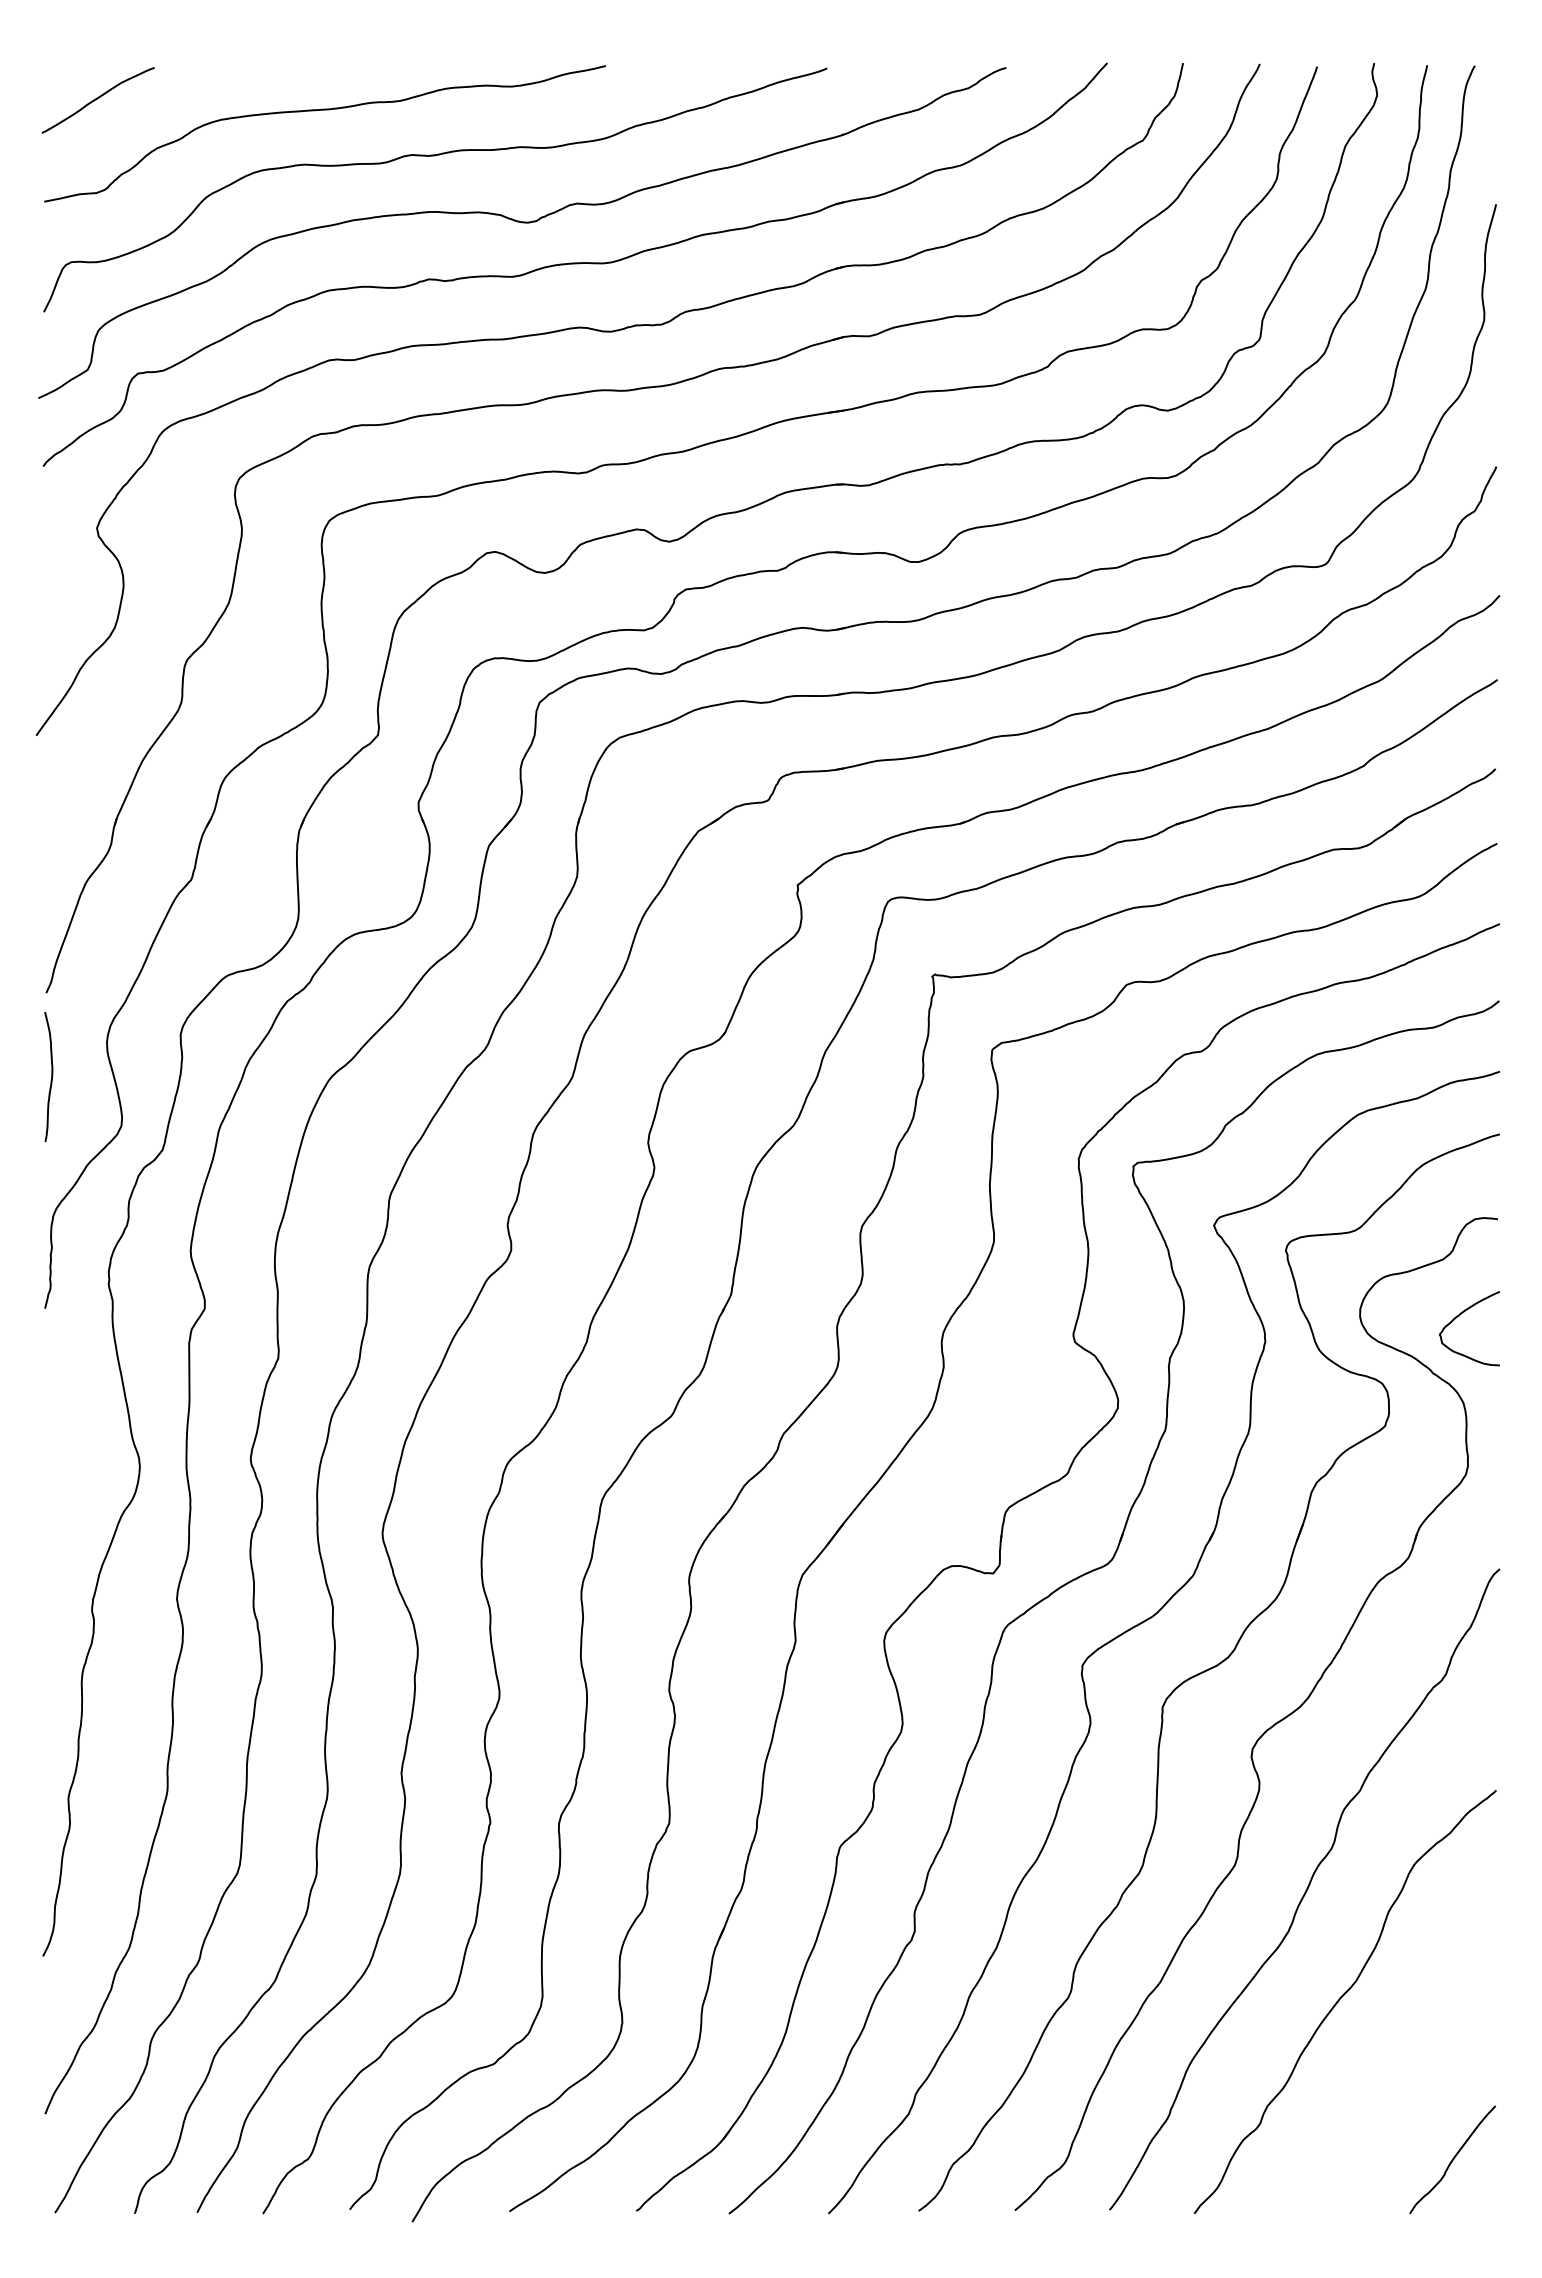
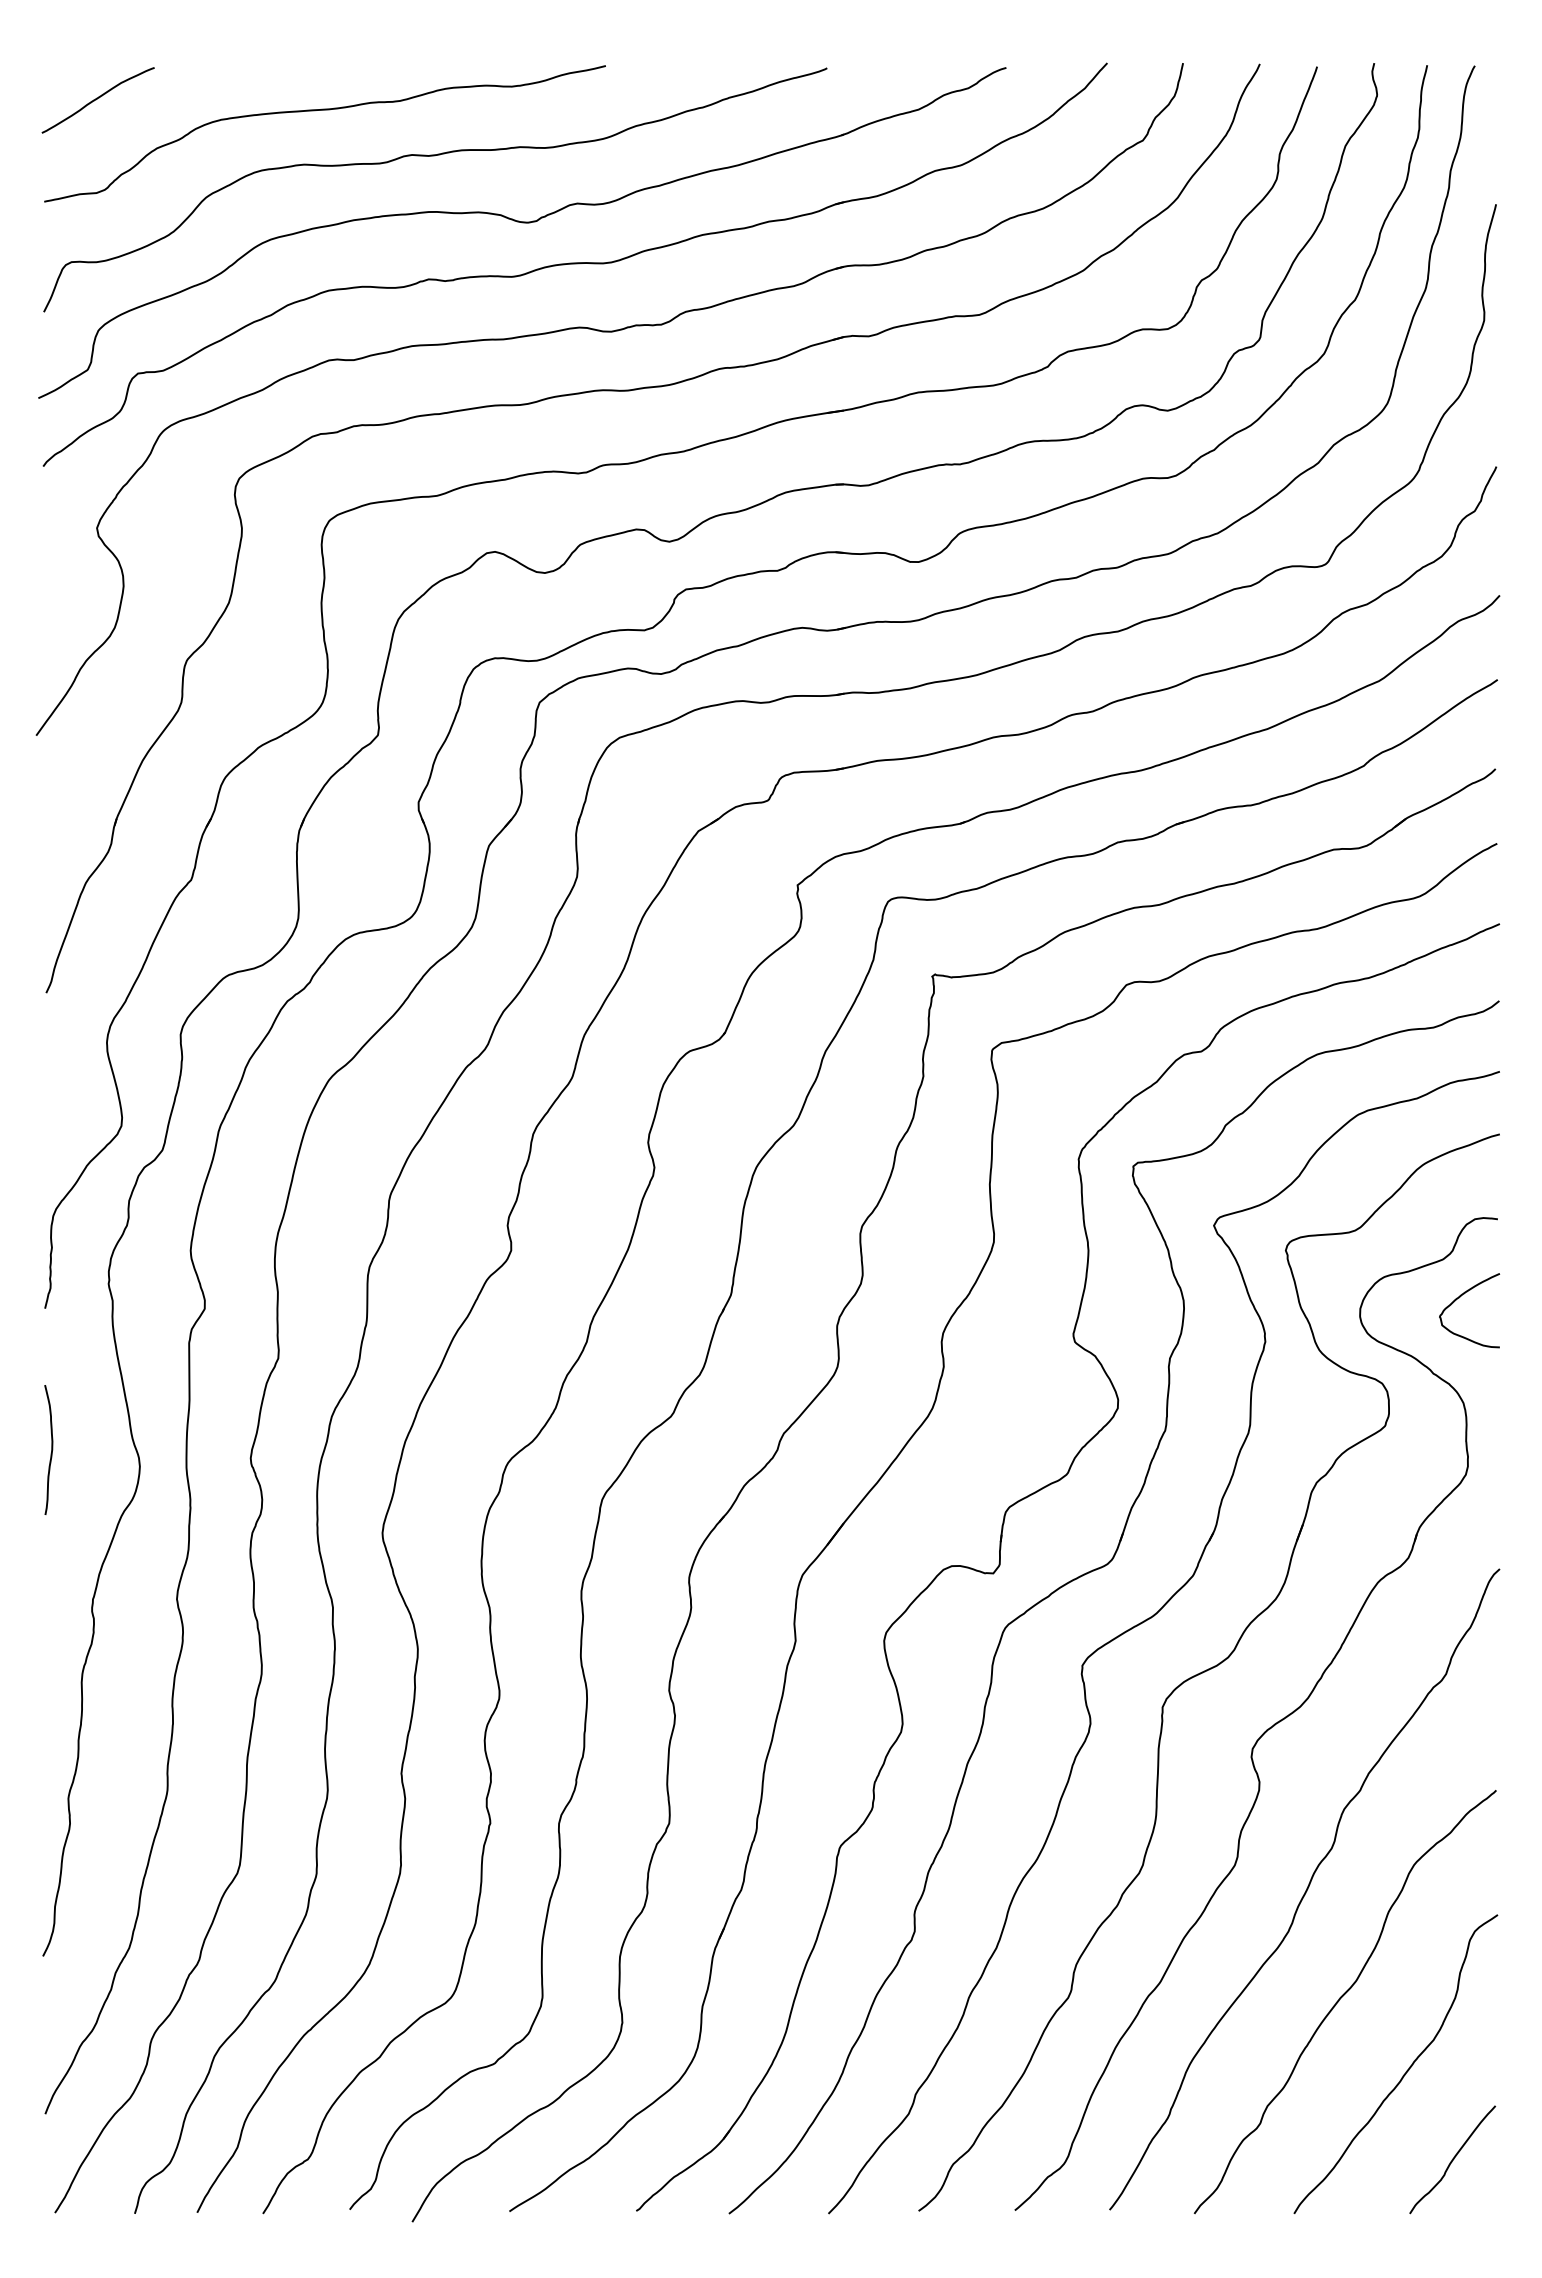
curve at (51, 1076) position: (51, 1076) -> (51, 1449)
curve at (1459, 1316) position: (1459, 1316) -> (1459, 1298)
curve at (1406, 2070): none -> present
